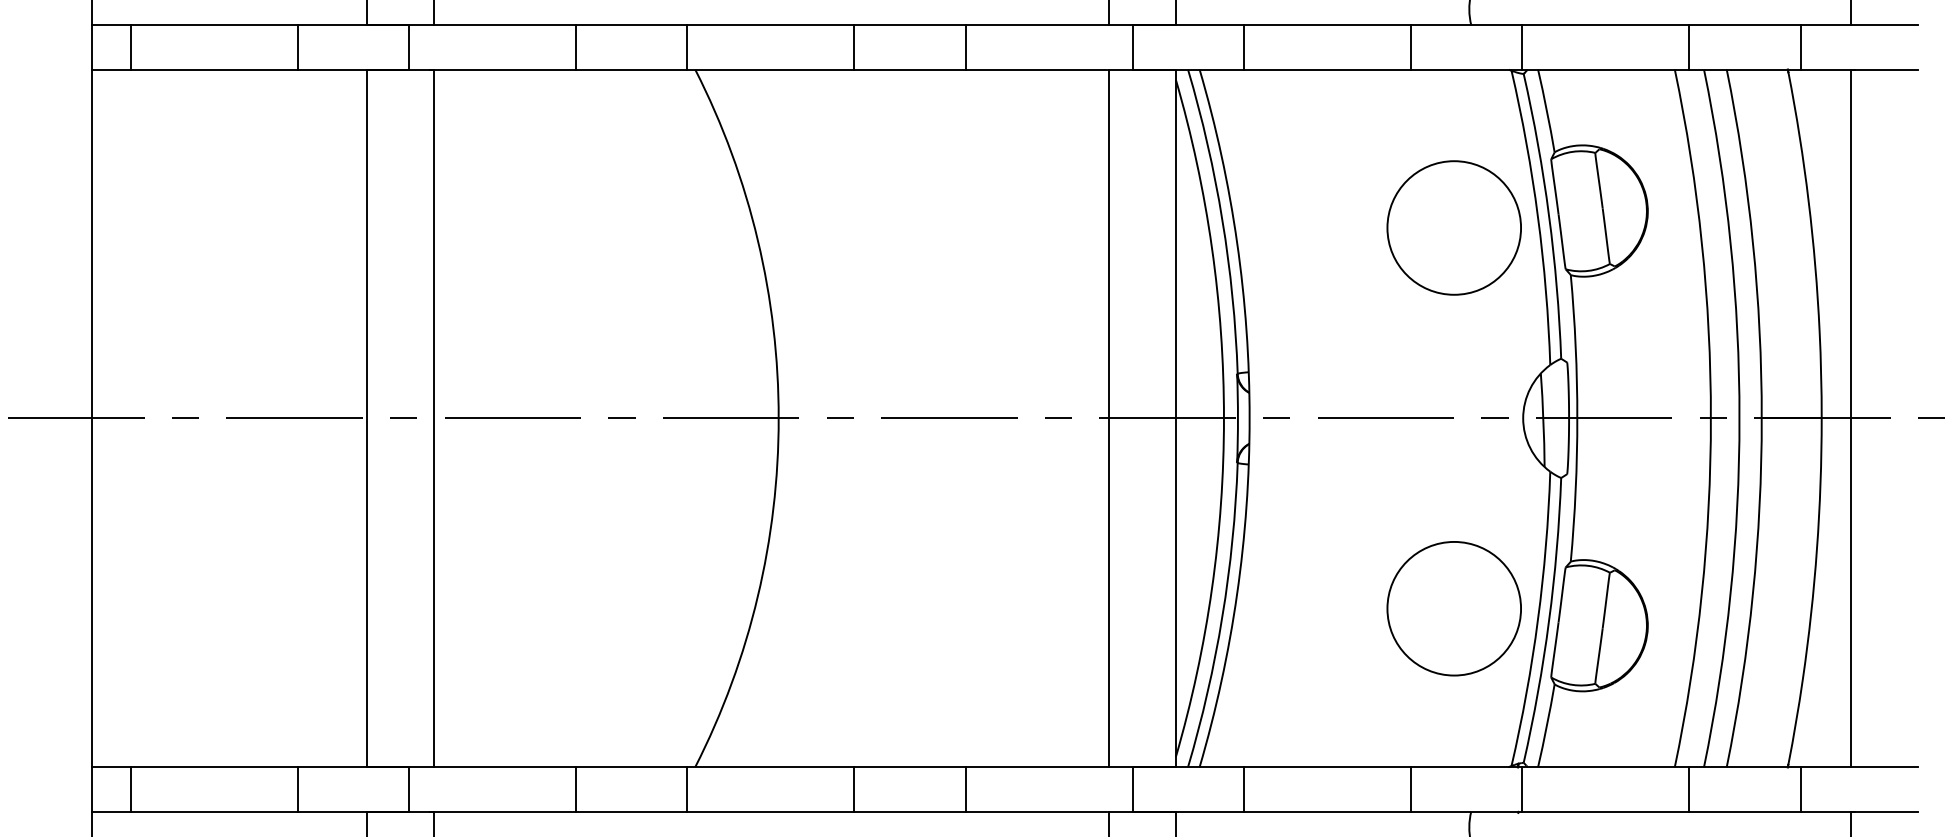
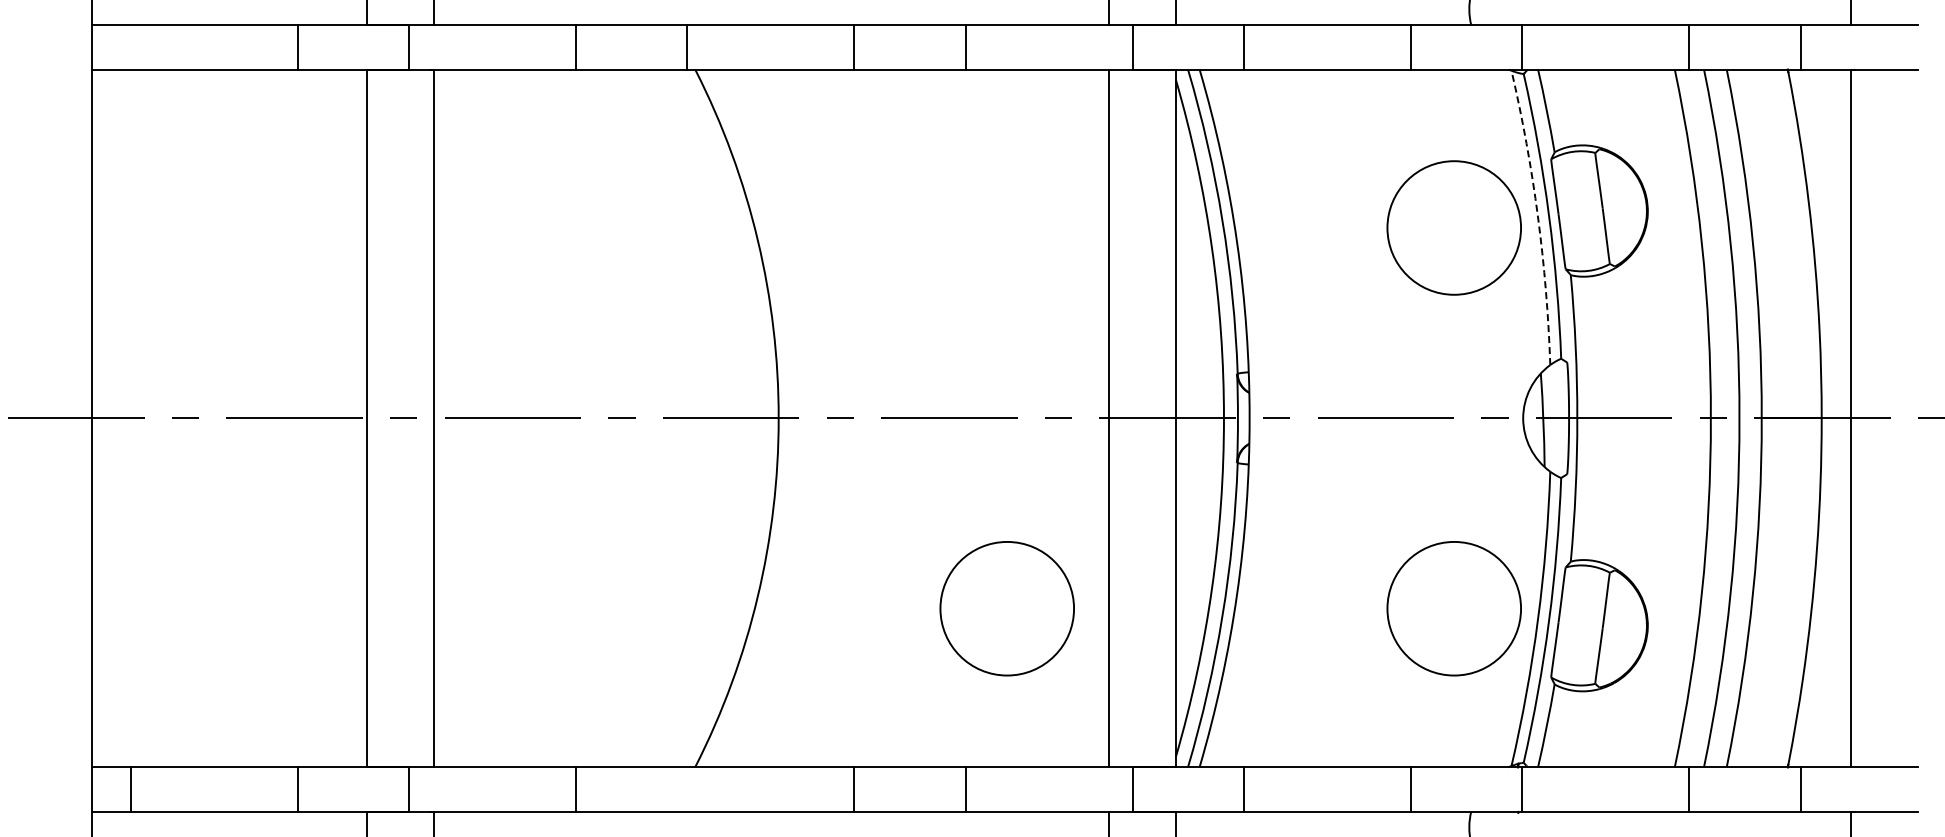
line at (130, 47): present -> none
arc at (1538, 216): solid -> dashed
circle at (1006, 608): none -> present
line at (687, 789): present -> none
